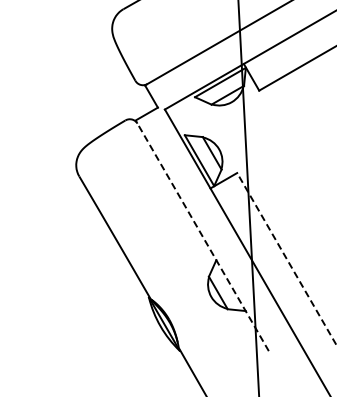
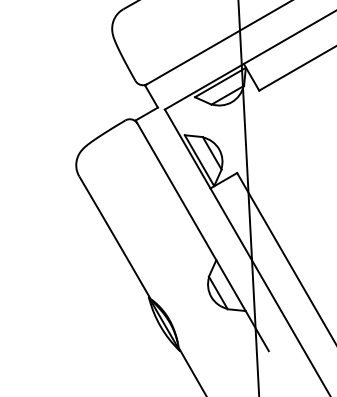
line at (202, 235): dashed -> solid
line at (286, 258): dashed -> solid
